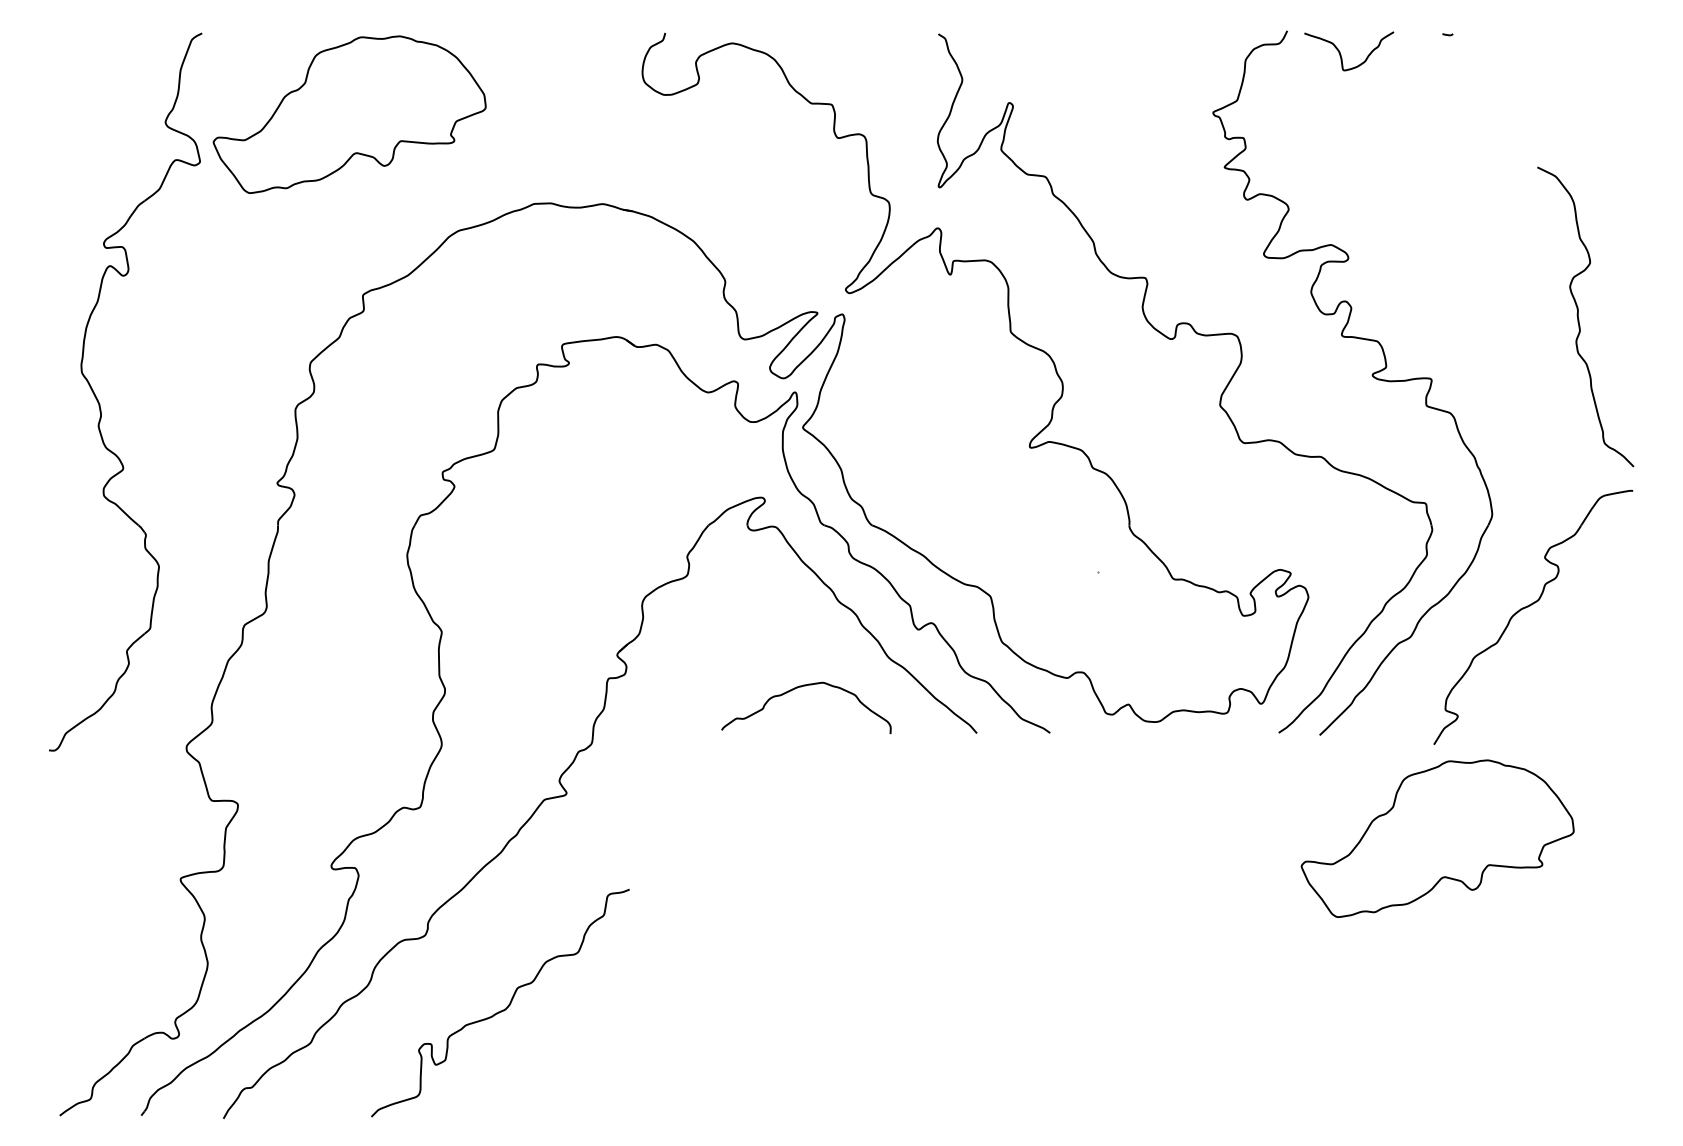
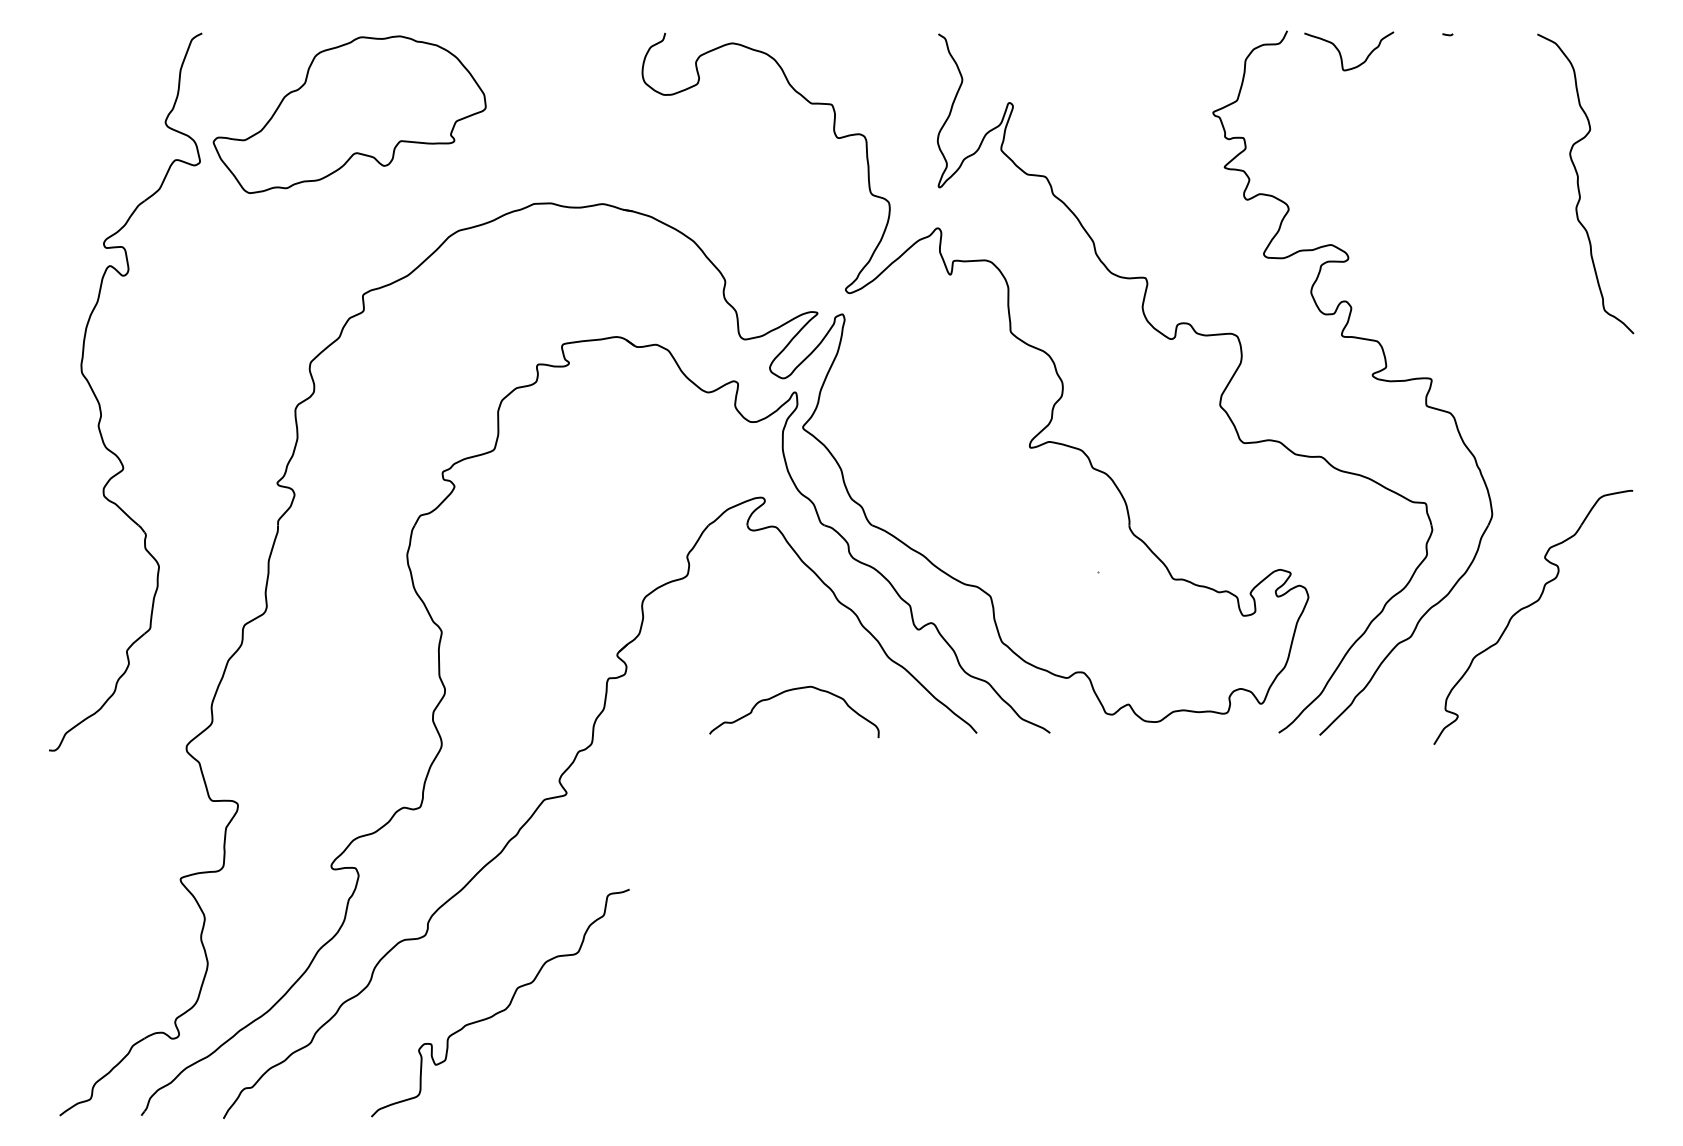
curve at (1579, 319) position: (1579, 319) -> (1579, 186)
curve at (801, 687) position: (801, 687) -> (789, 691)
part at (1437, 838): present -> none
